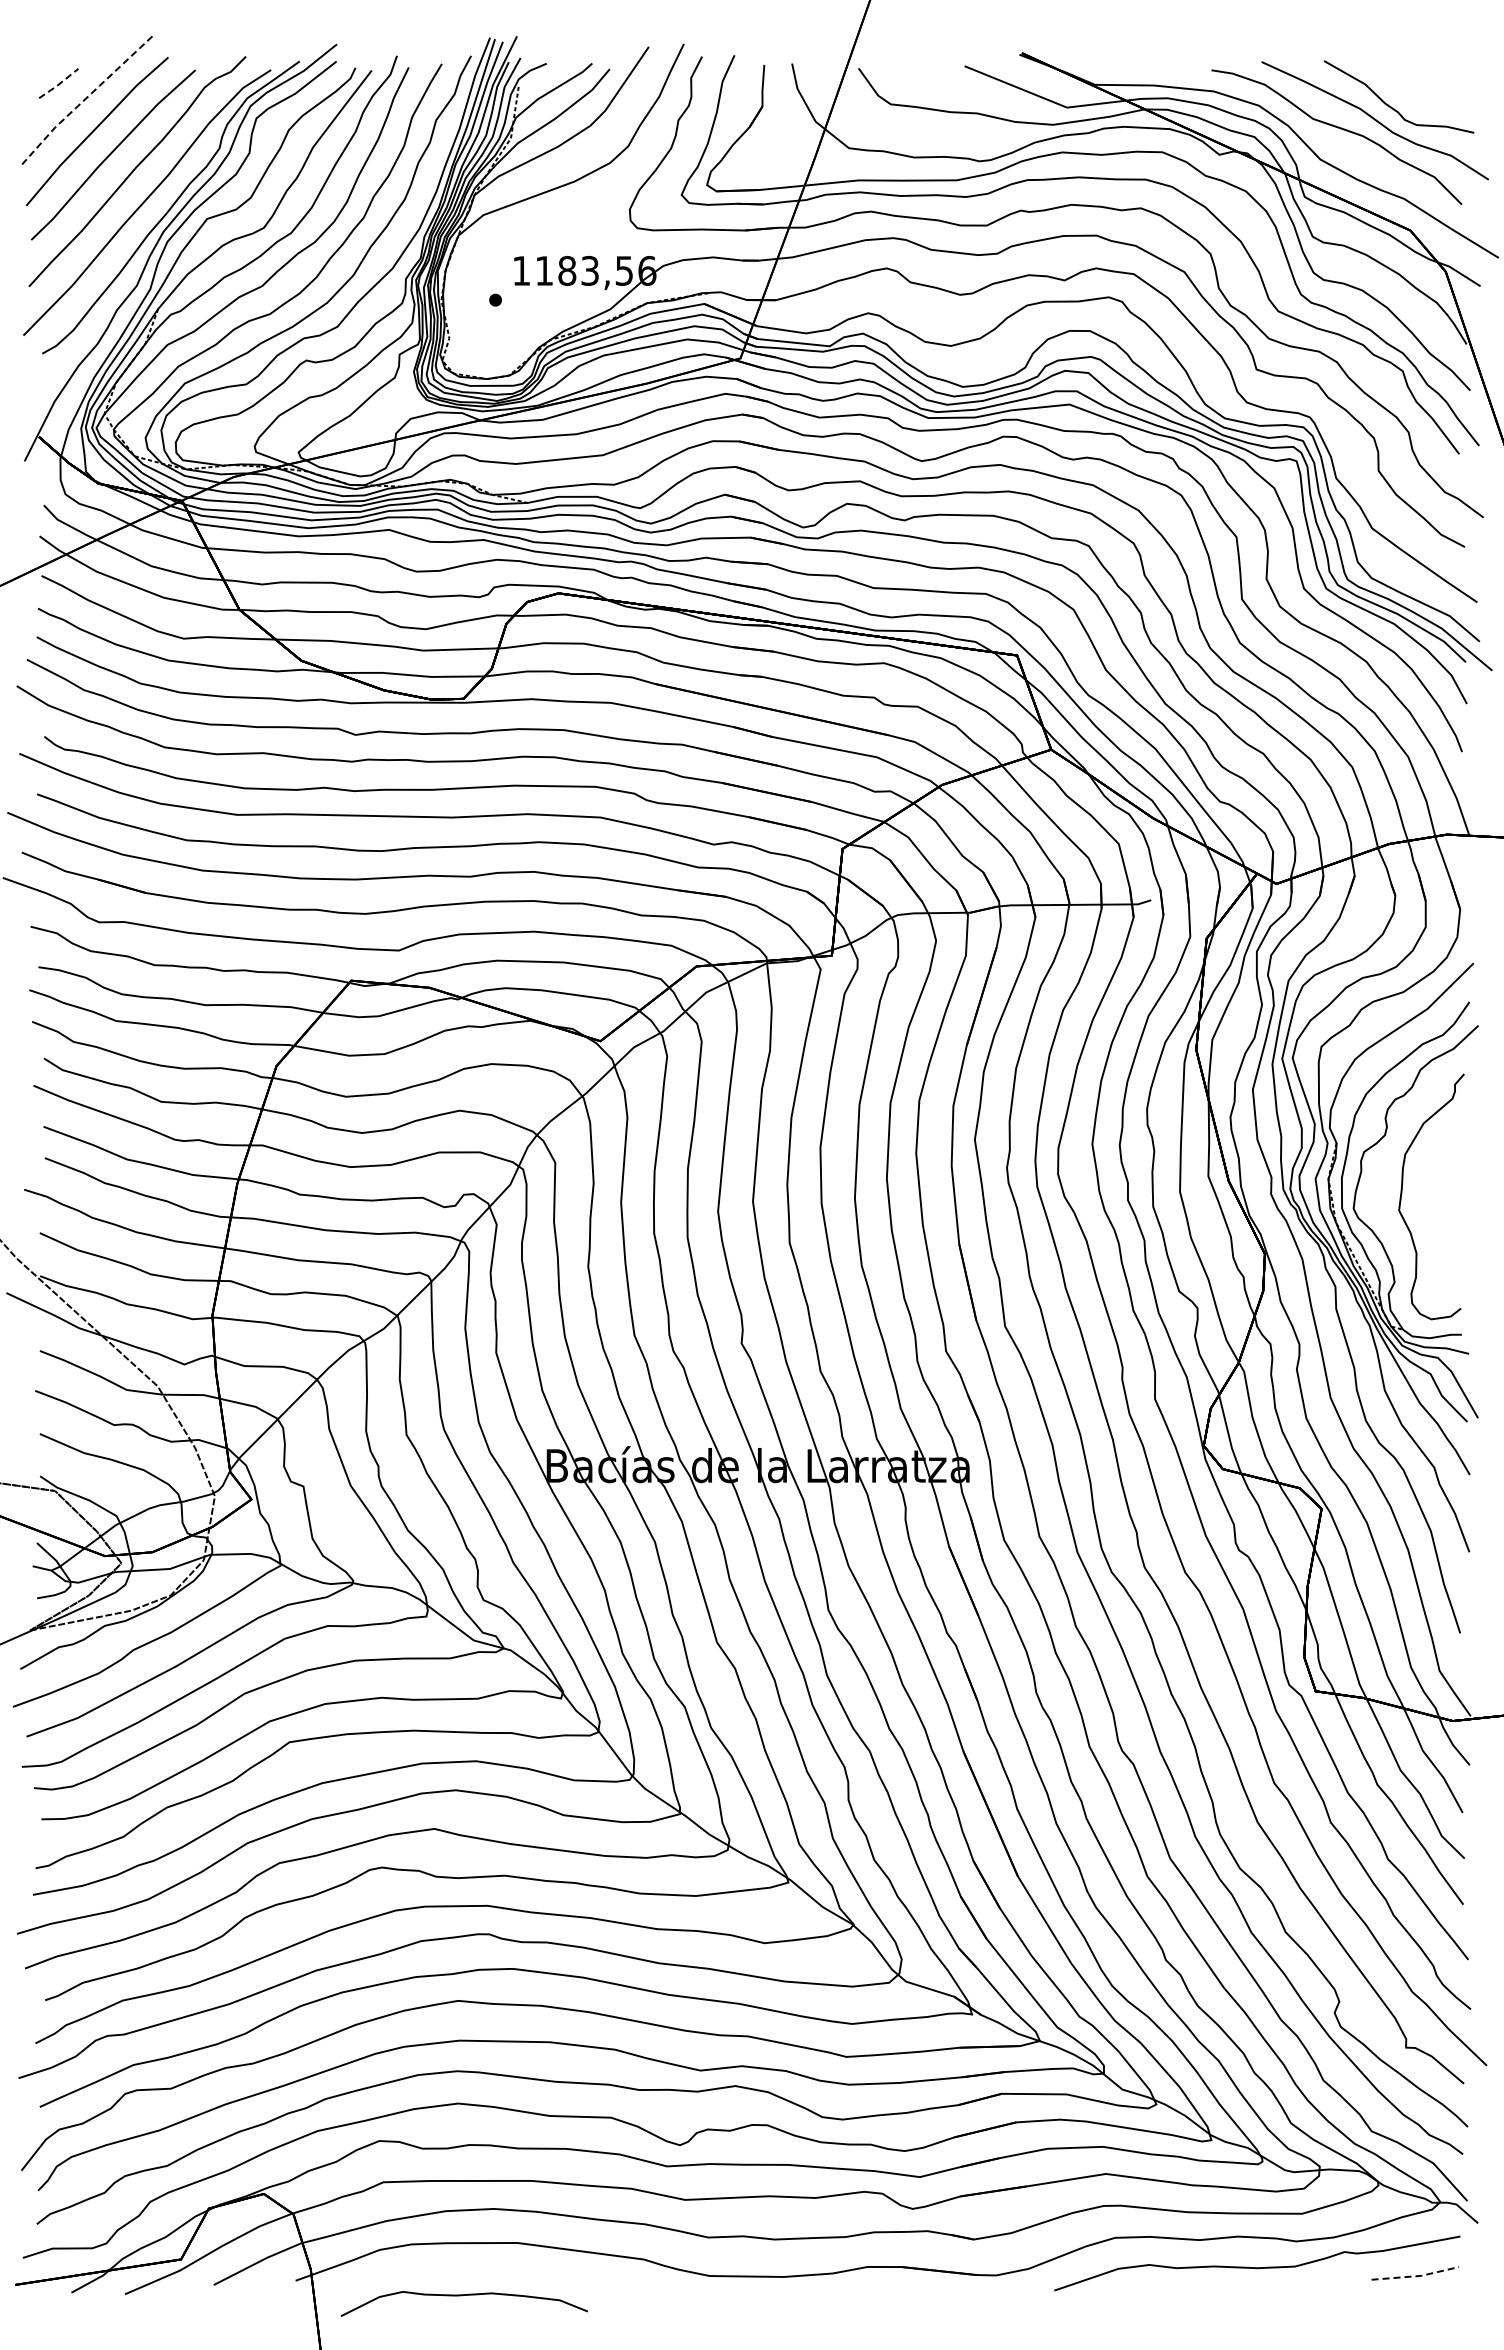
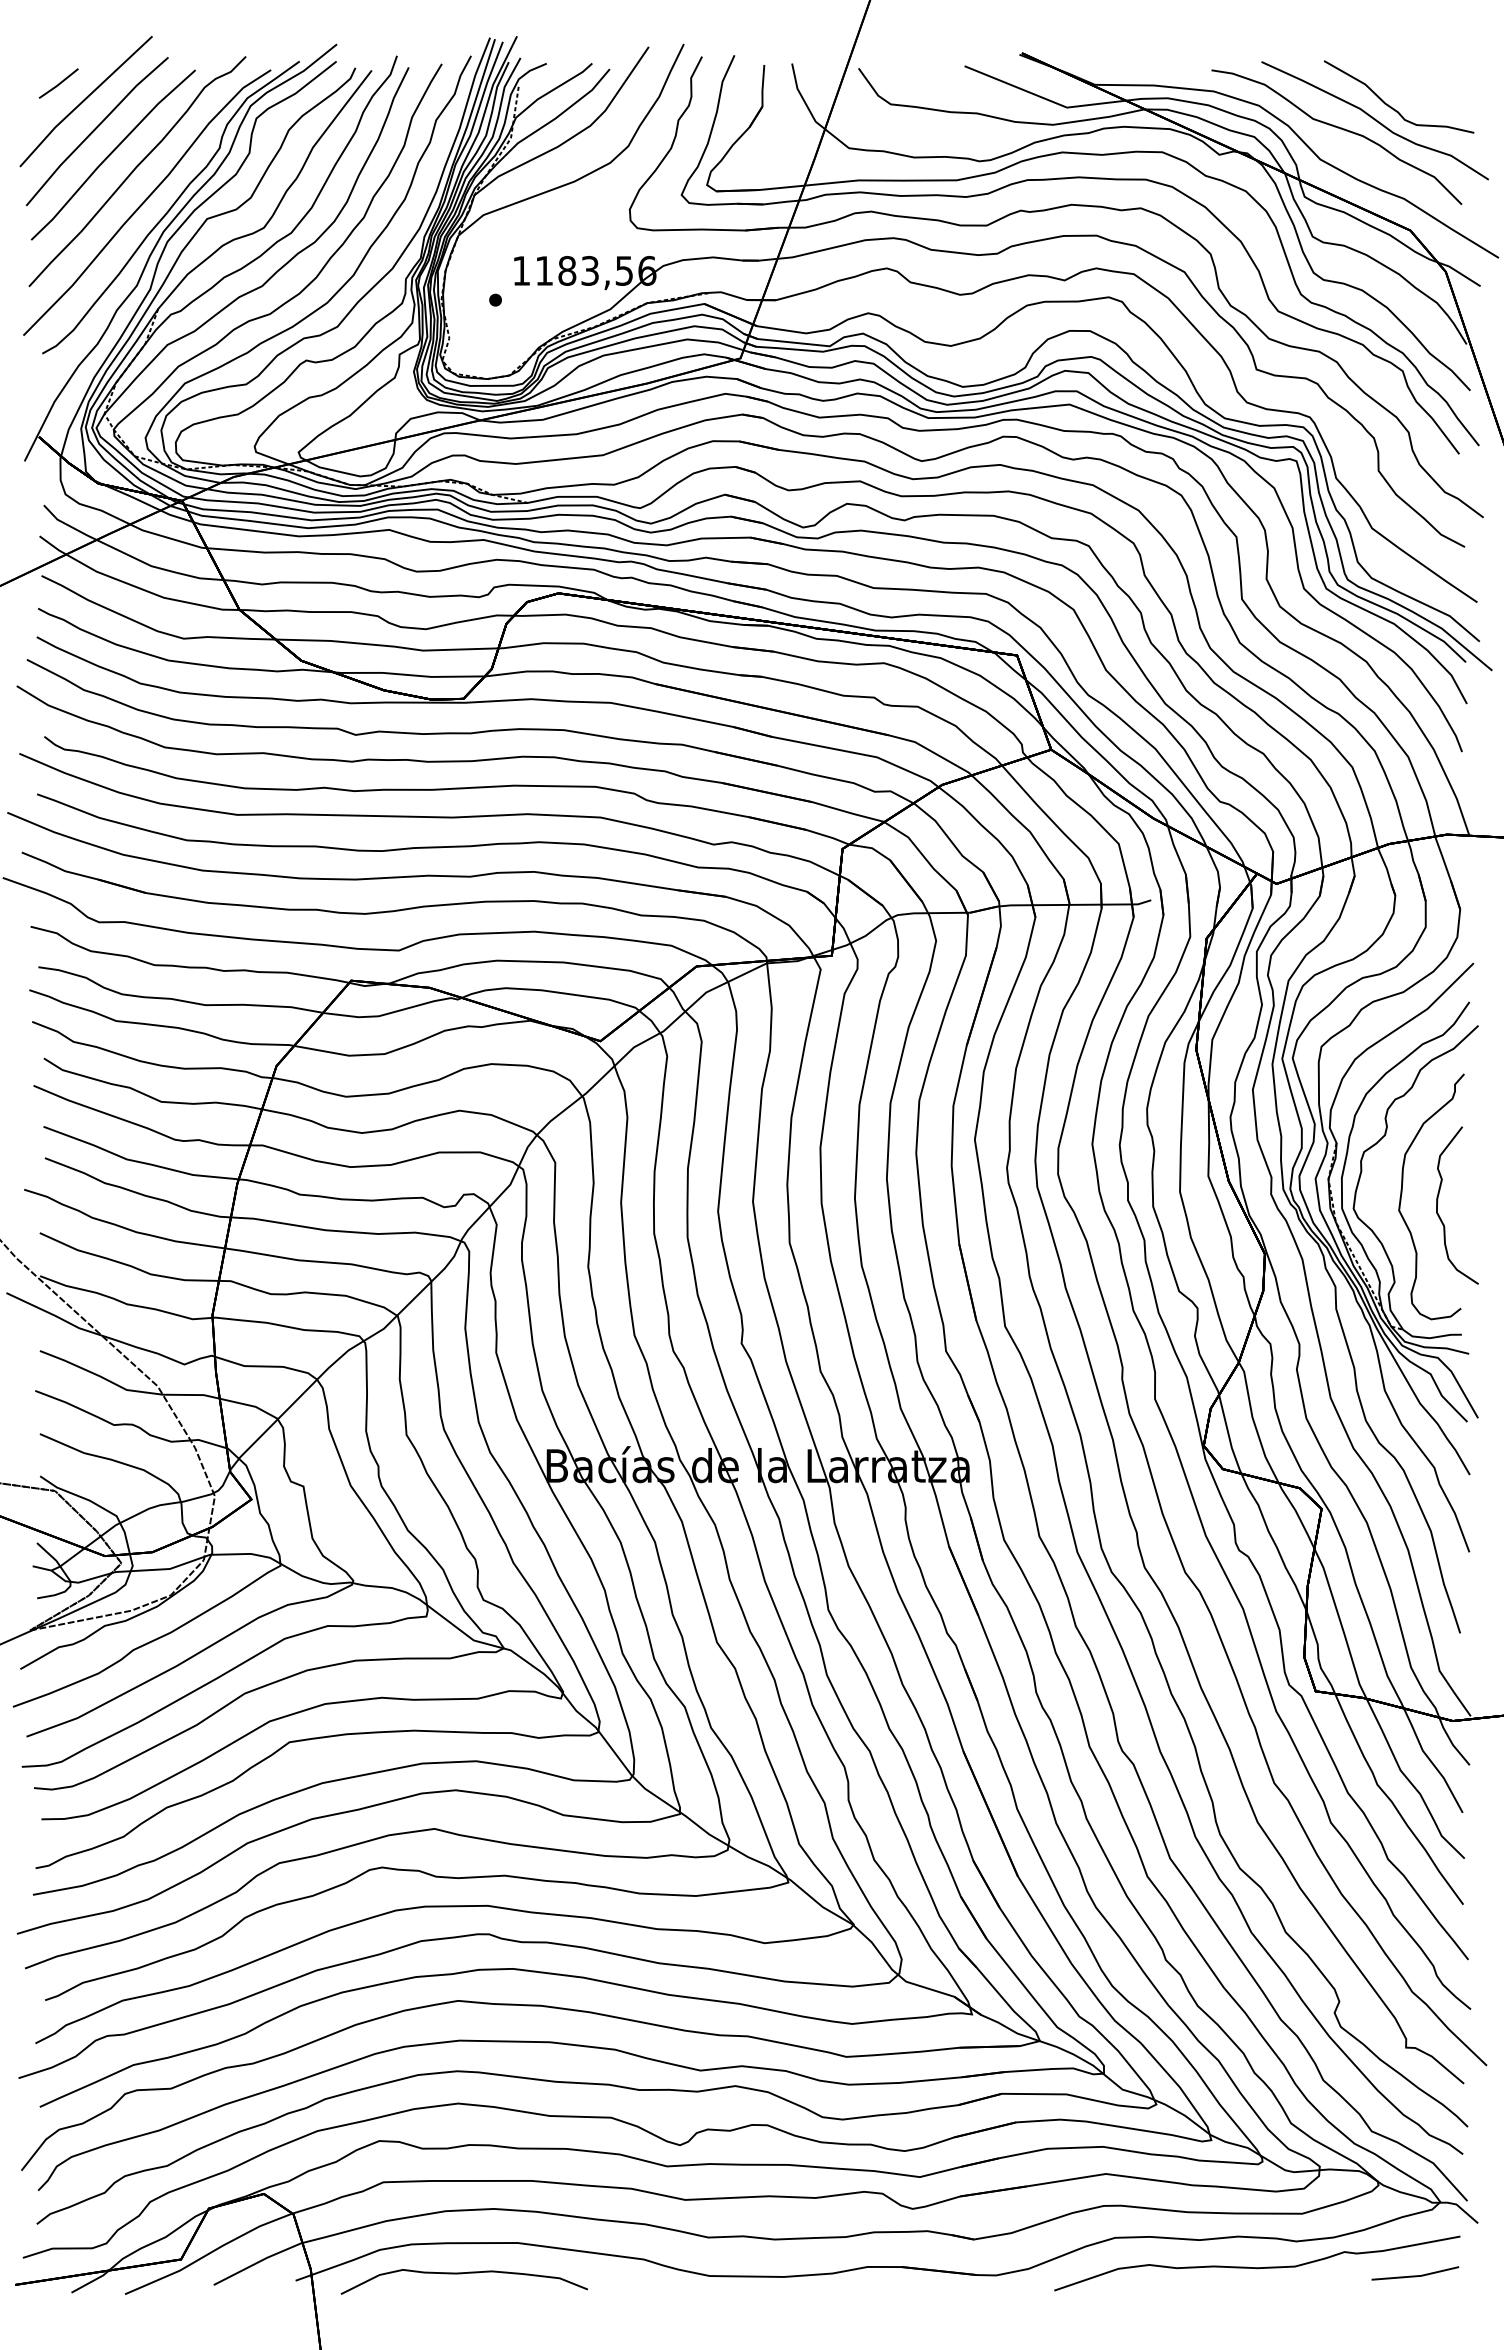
line at (59, 84): dashed -> solid
line at (84, 100): dashed -> solid
curve at (1438, 1200): none -> present
line at (1416, 2276): dashed -> solid
curve at (462, 2296) position: (462, 2296) -> (462, 2274)
